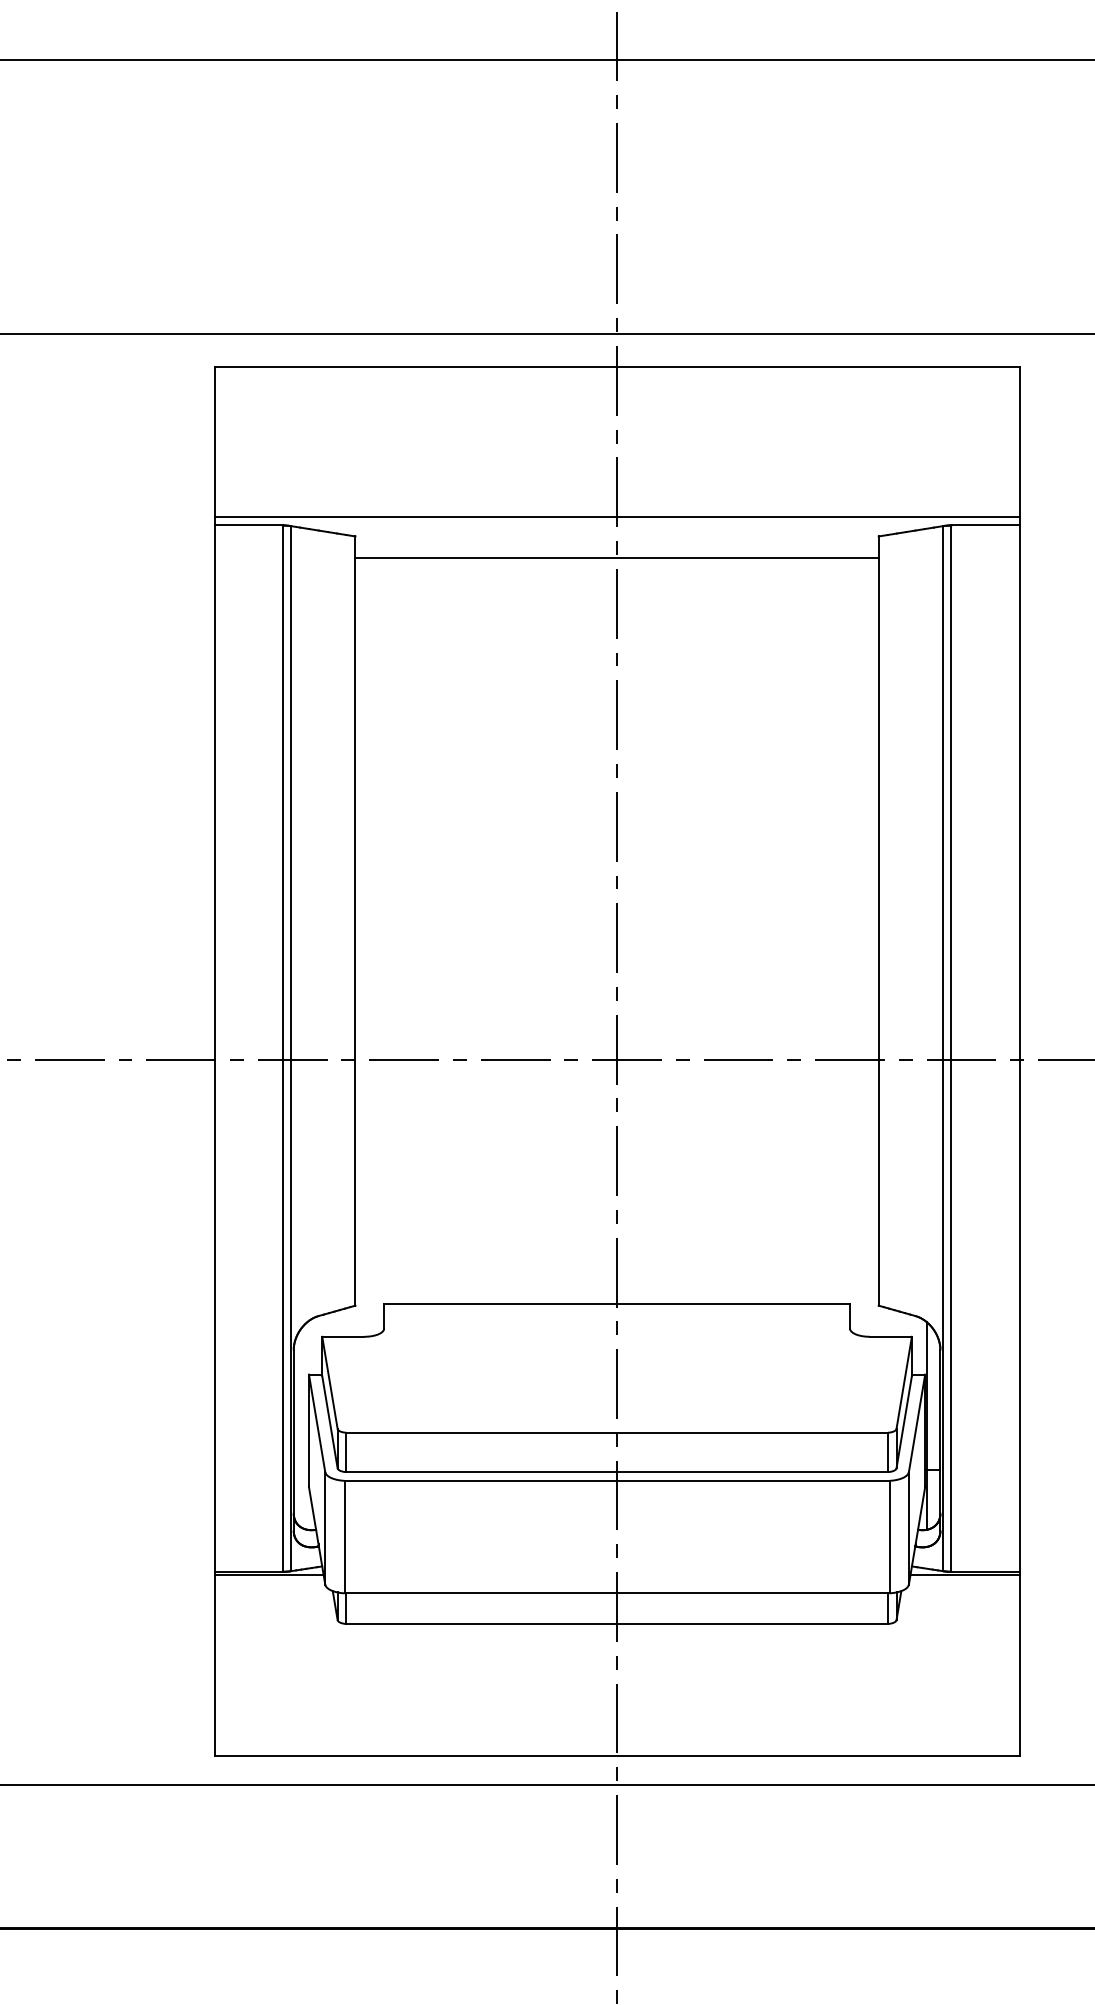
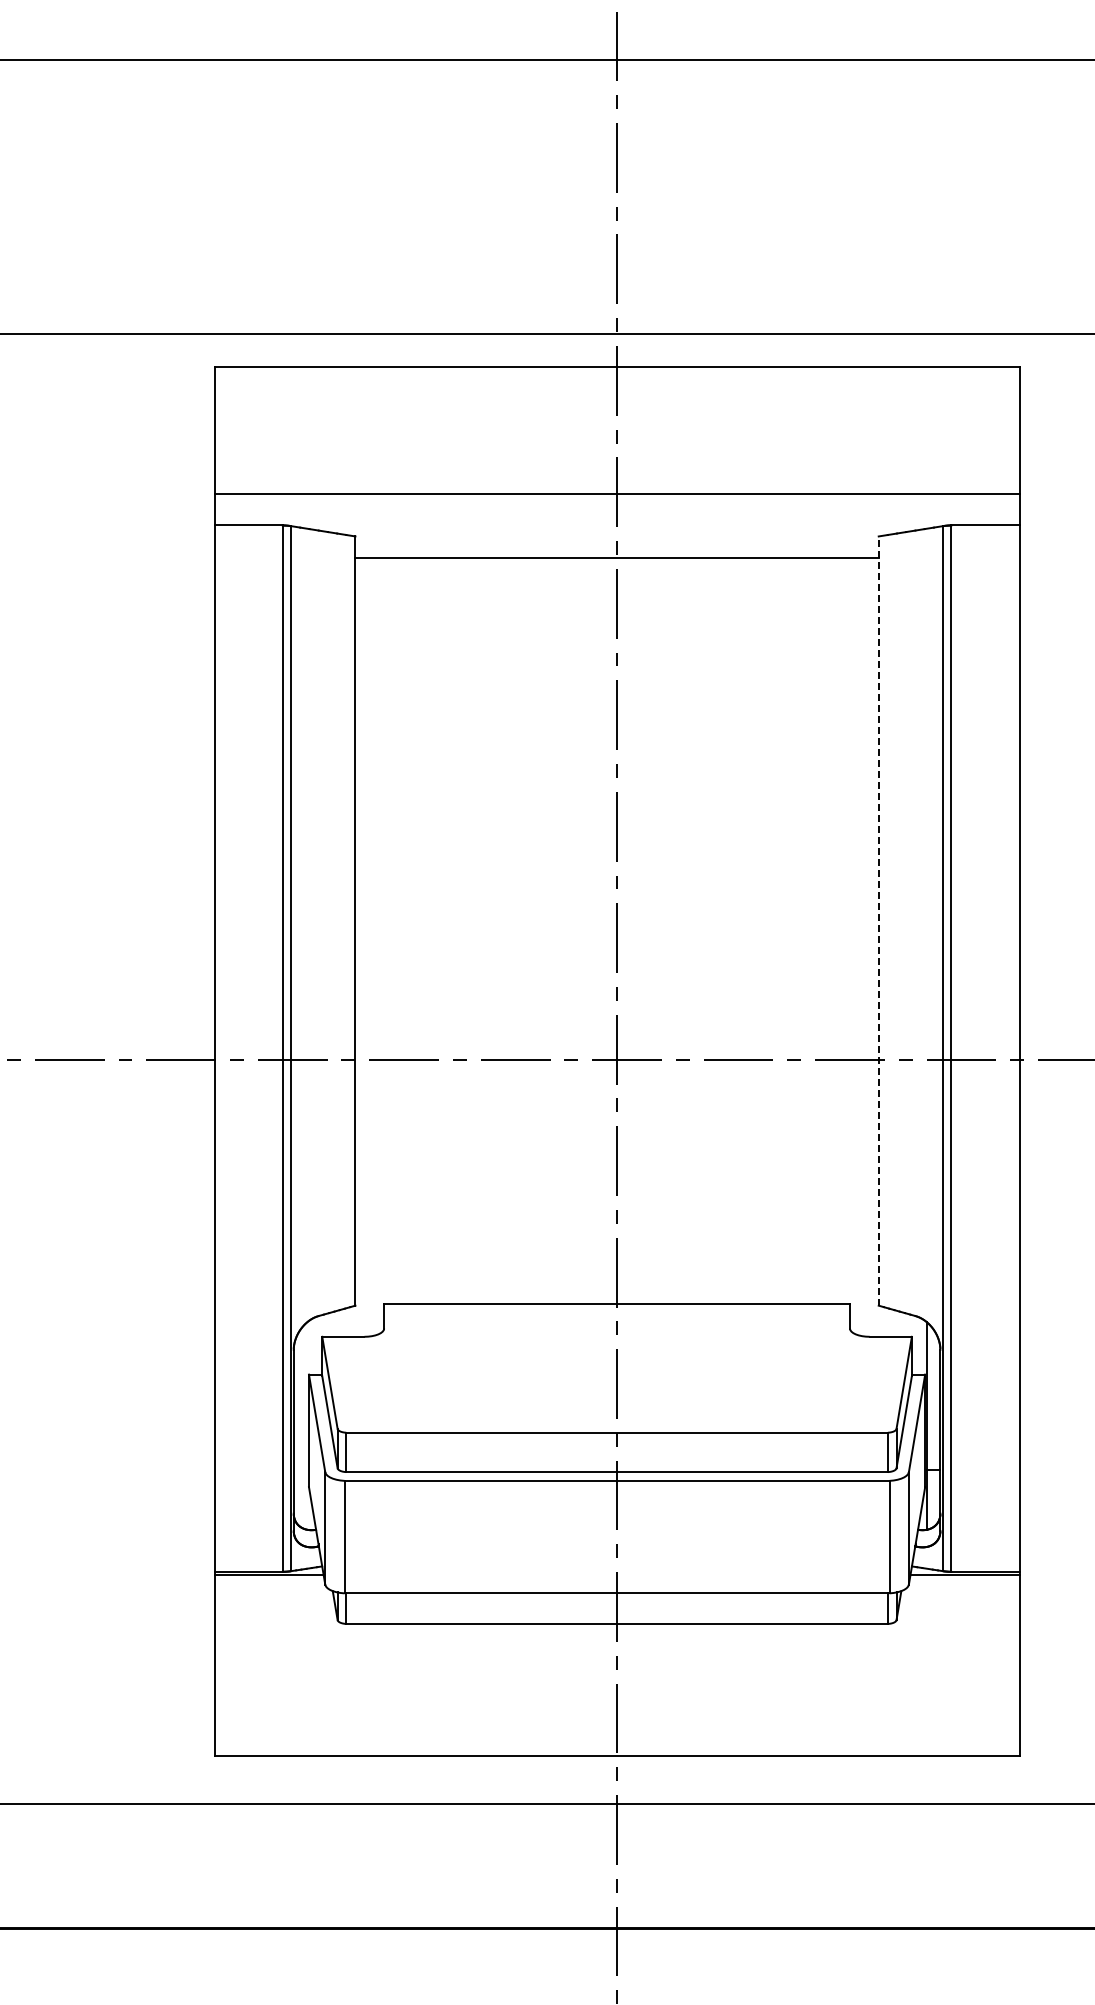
line at (616, 517) position: (616, 517) -> (616, 494)
line at (878, 921): solid -> dashed
line at (546, 1785) position: (546, 1785) -> (546, 1804)
